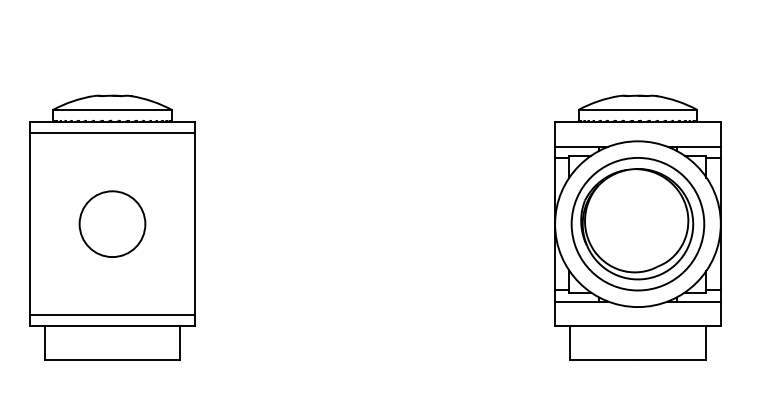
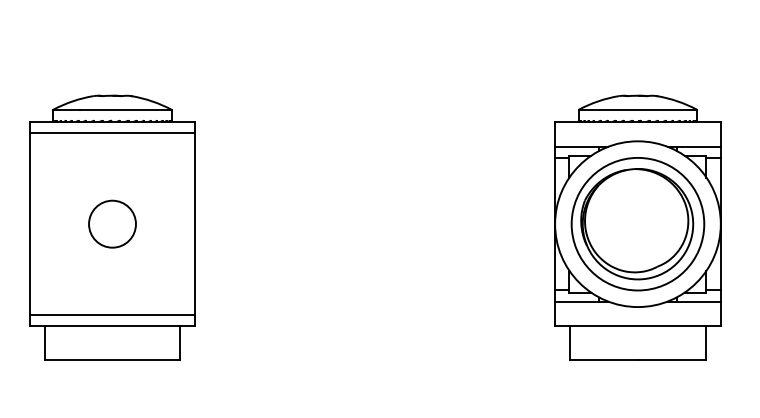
circle at (112, 224) diameter: 66 px -> 47 px
